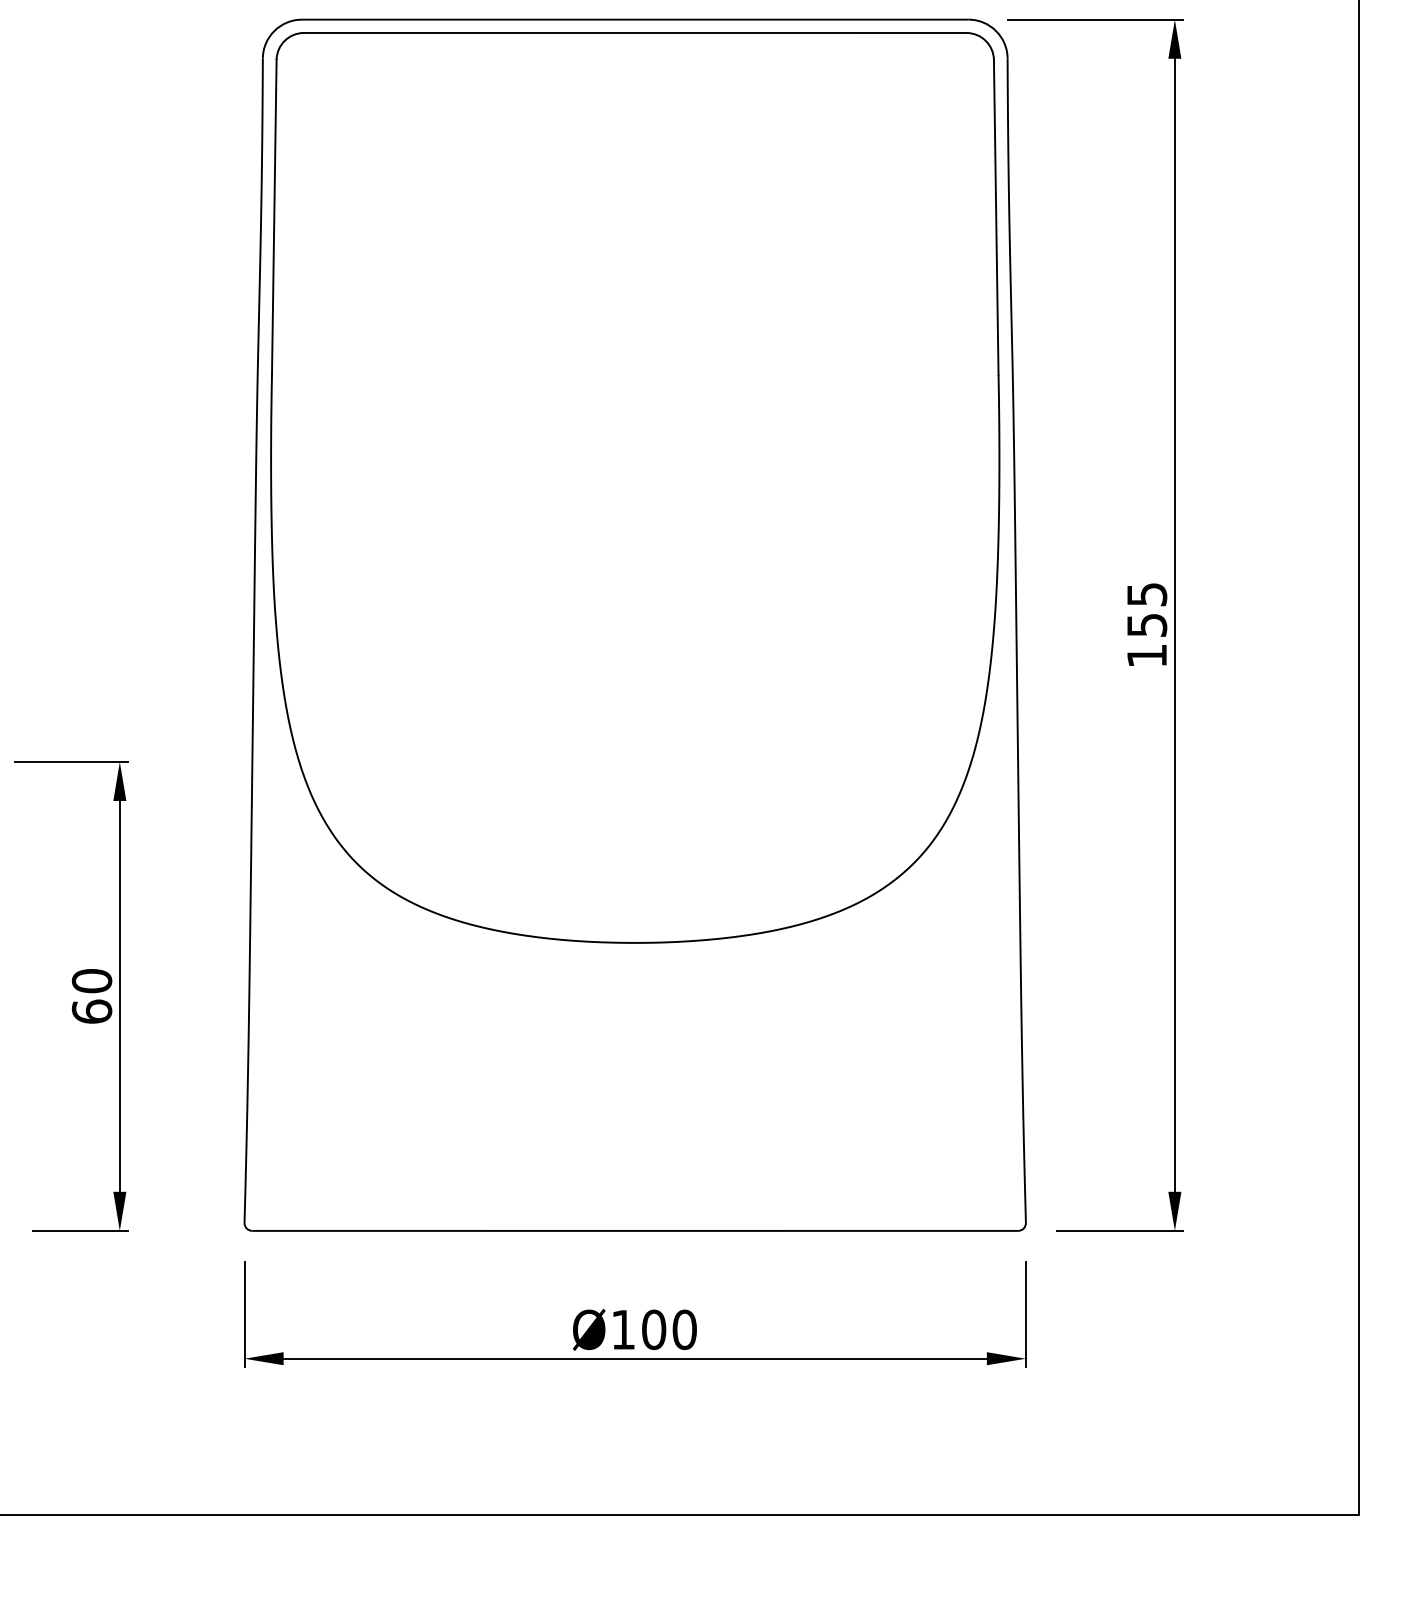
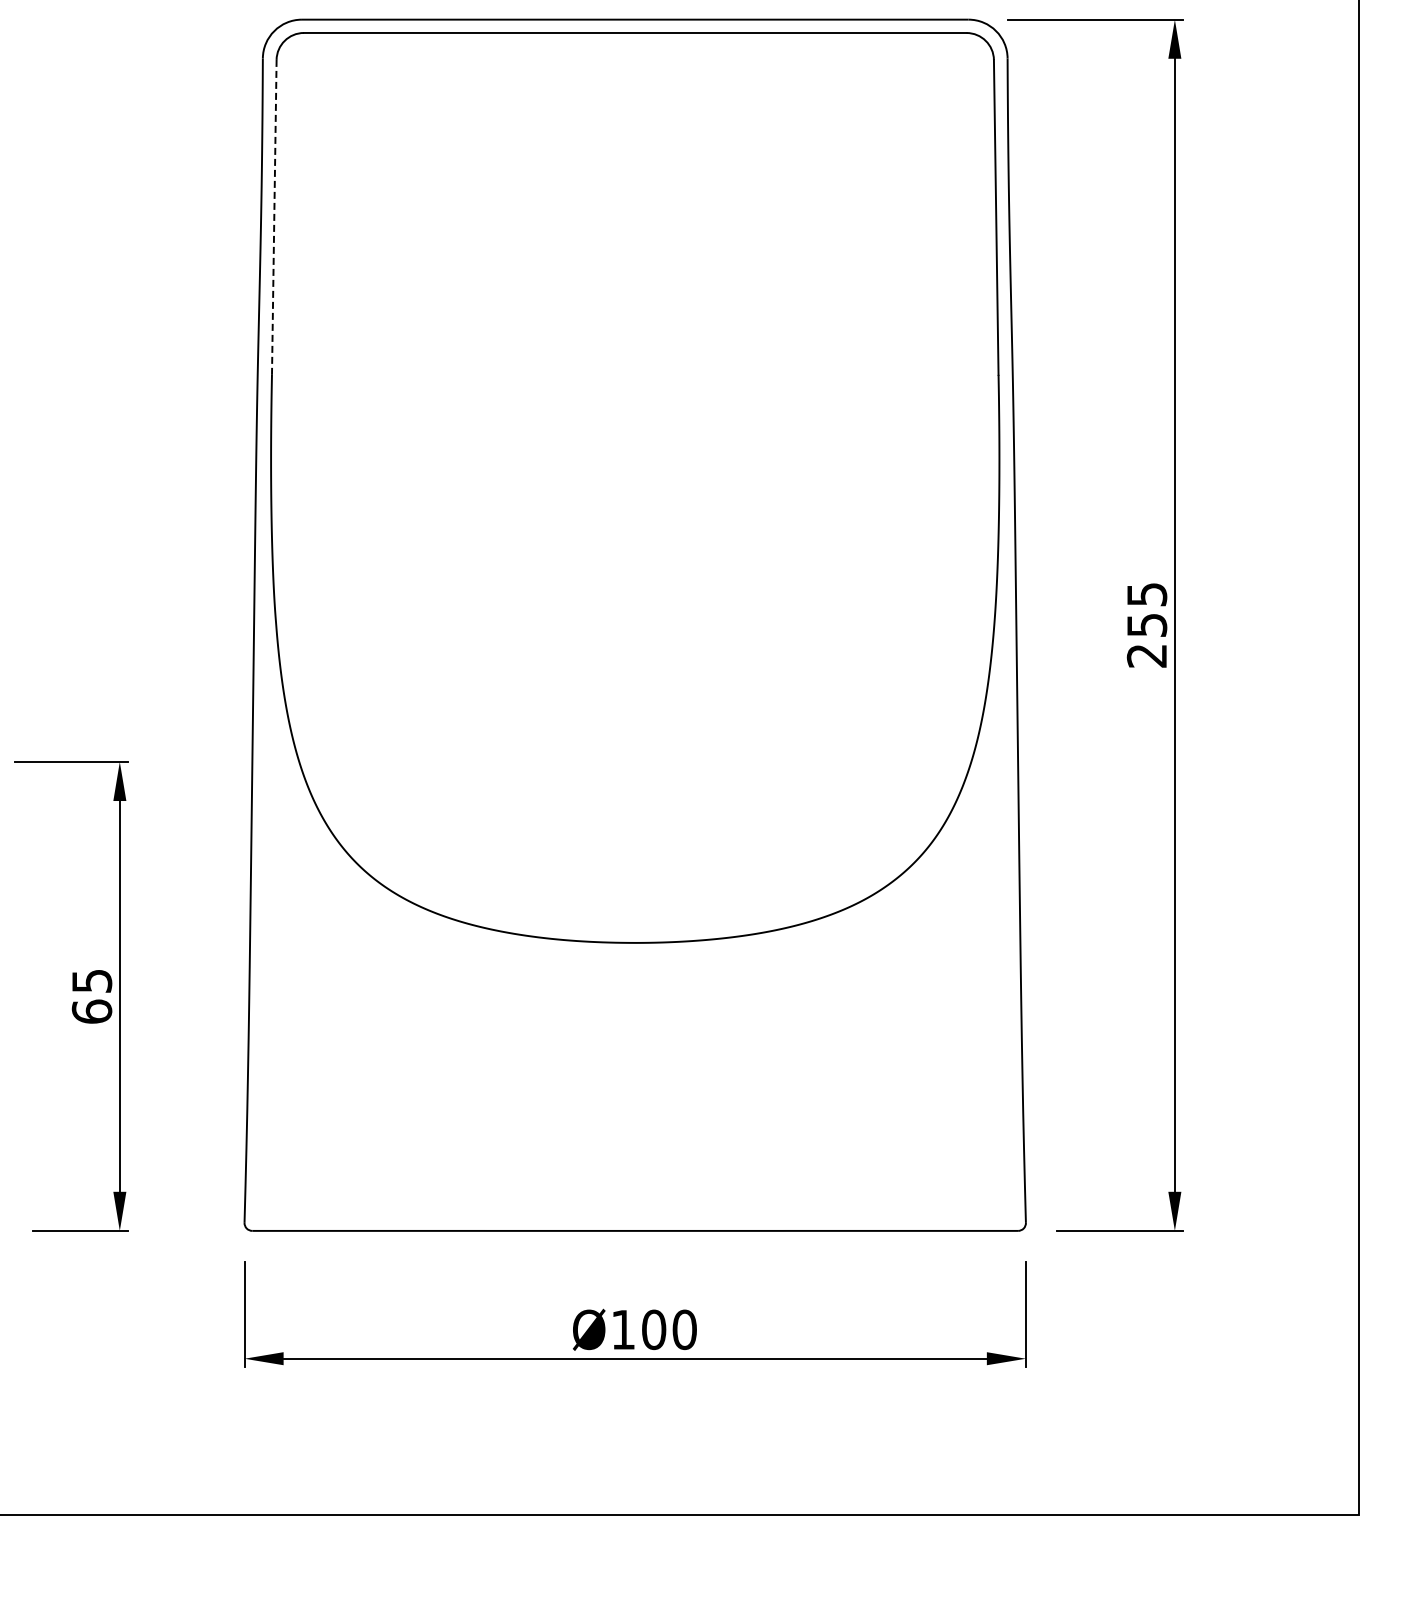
line at (274, 216): solid -> dashed
text at (1146, 656): 155 -> 255
text at (91, 981): 60 -> 65
